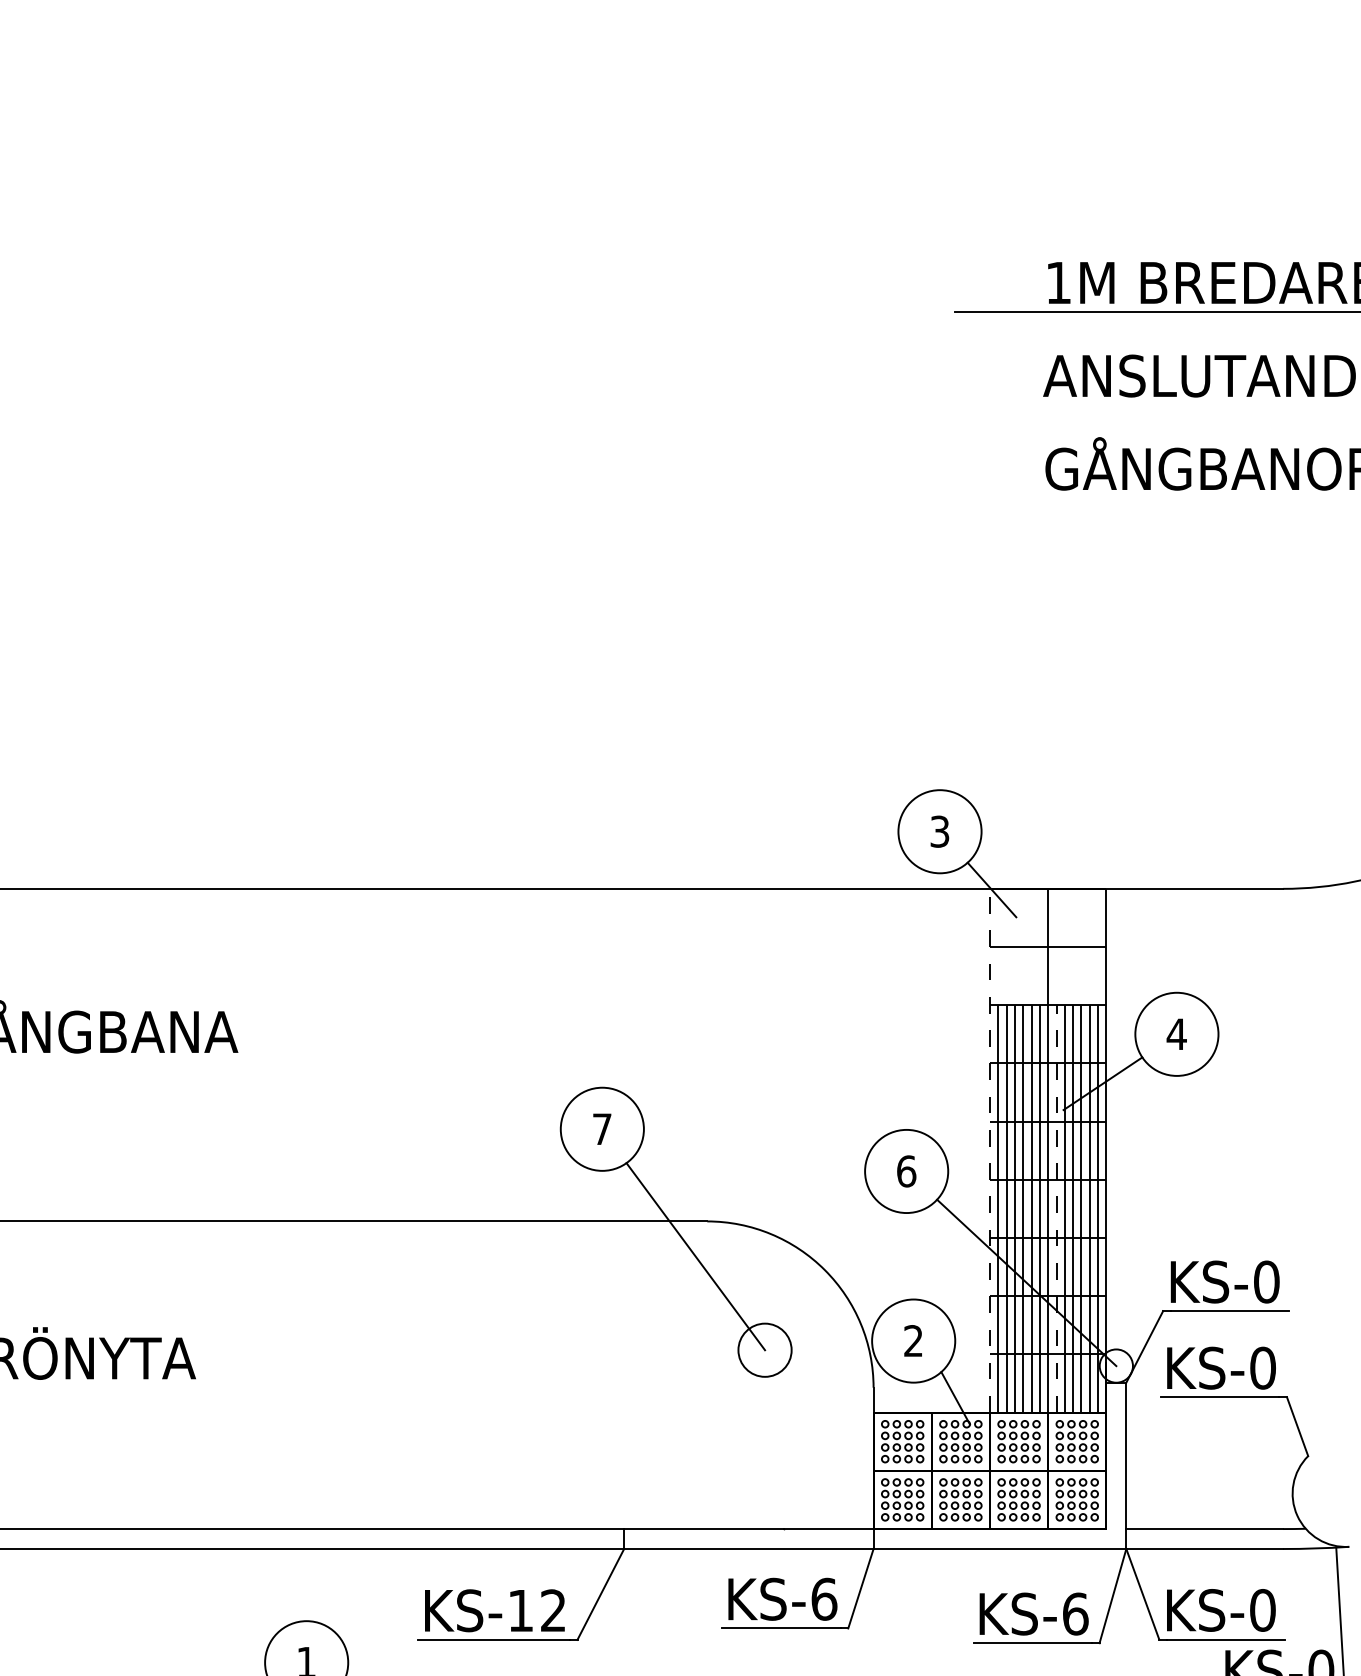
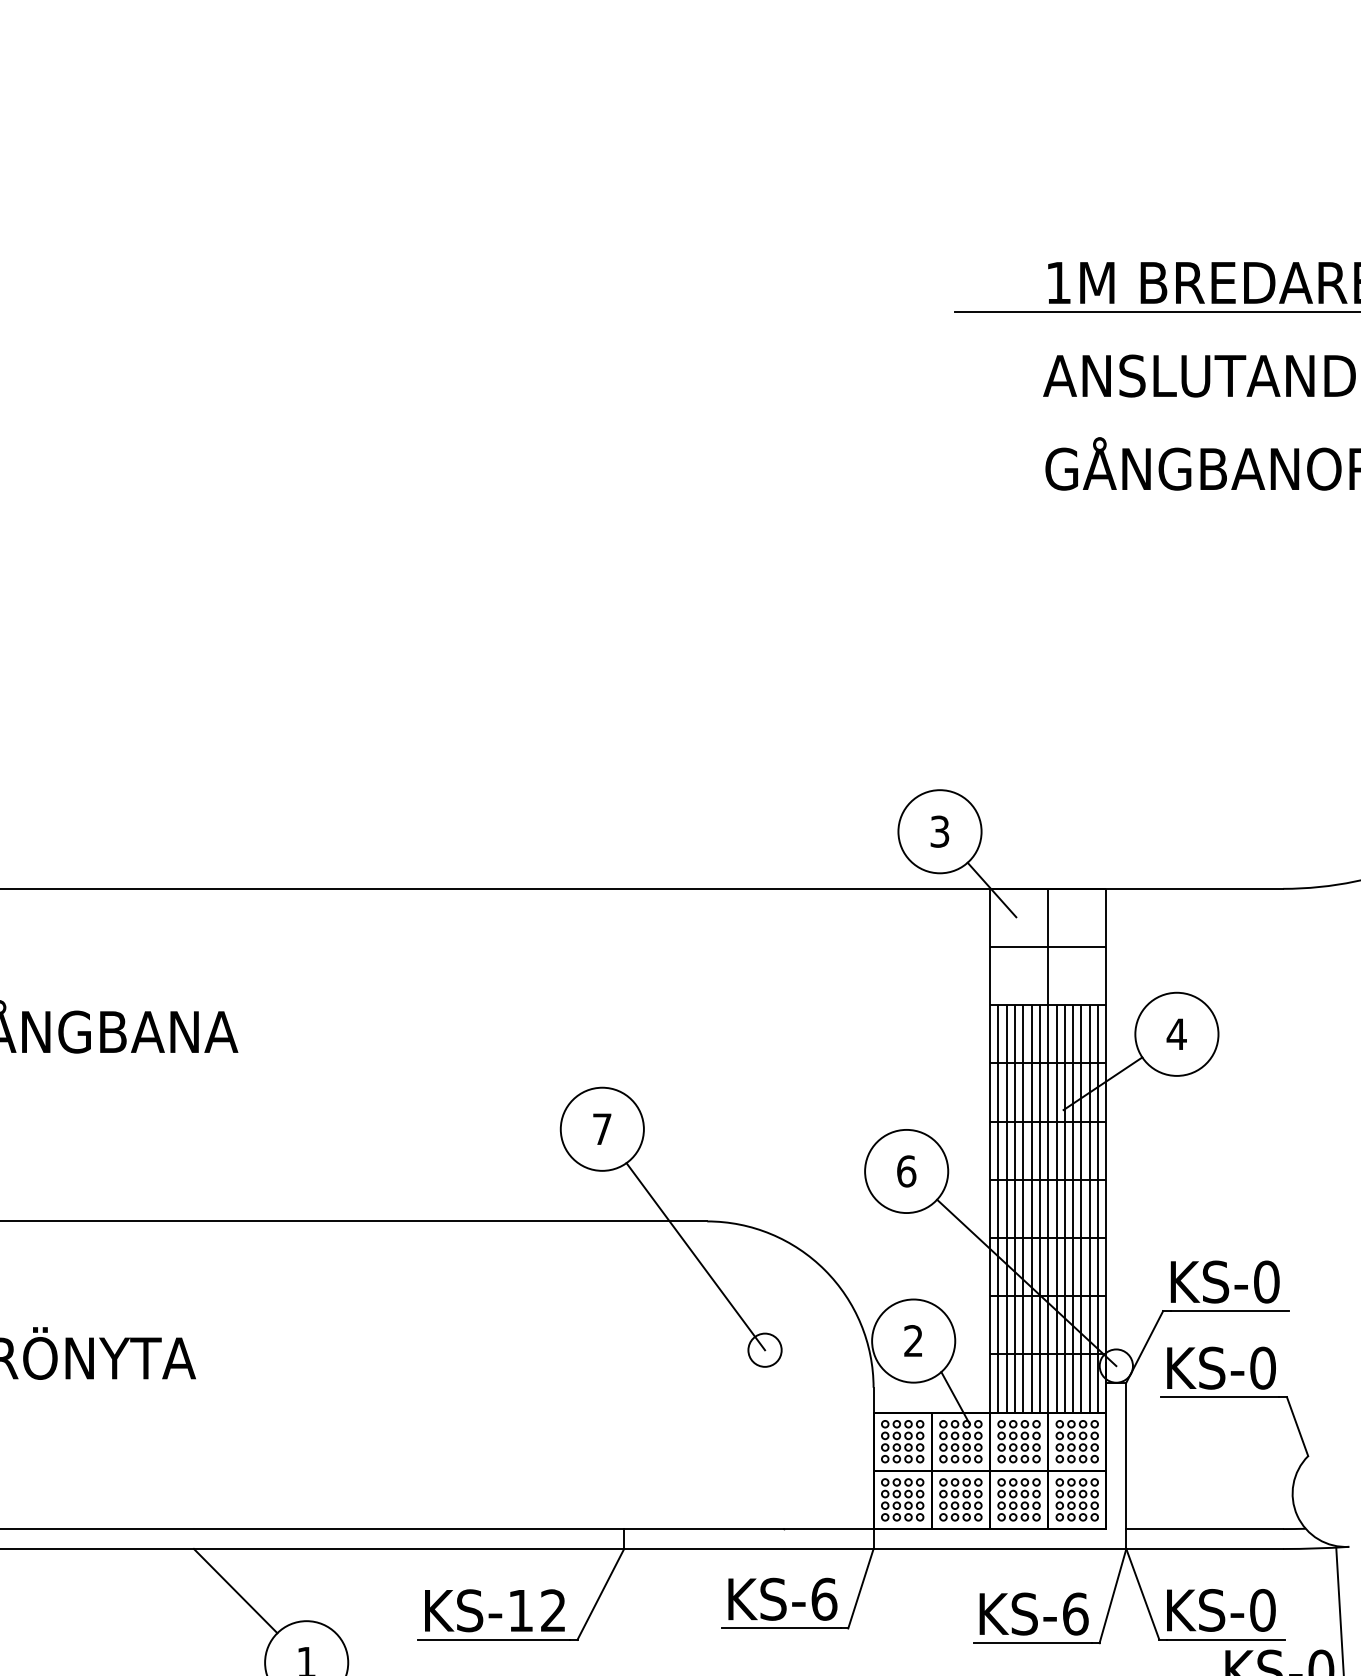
line at (989, 1150): dashed -> solid
line at (1056, 1208): dashed -> solid
circle at (764, 1349) diameter: 53 px -> 33 px
line at (235, 1591): none -> present
